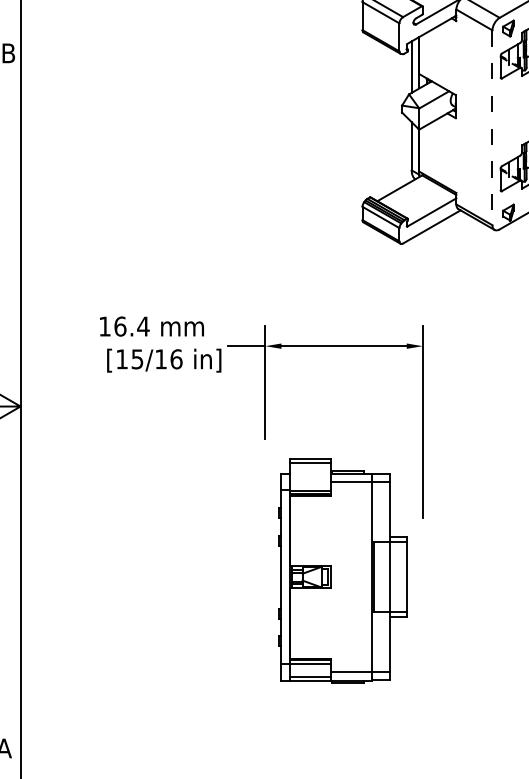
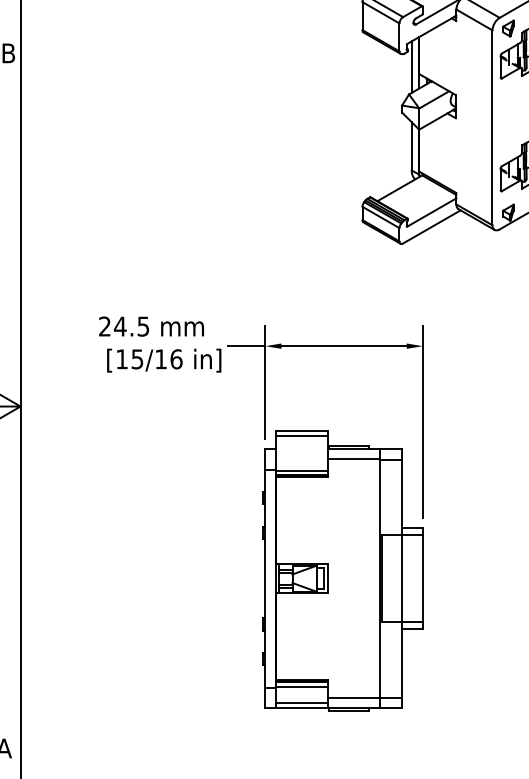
line at (492, 128): dashed -> solid
text at (124, 326): 16.4 -> 24.5
part at (342, 570) size: 130x226 px -> 162x282 px
